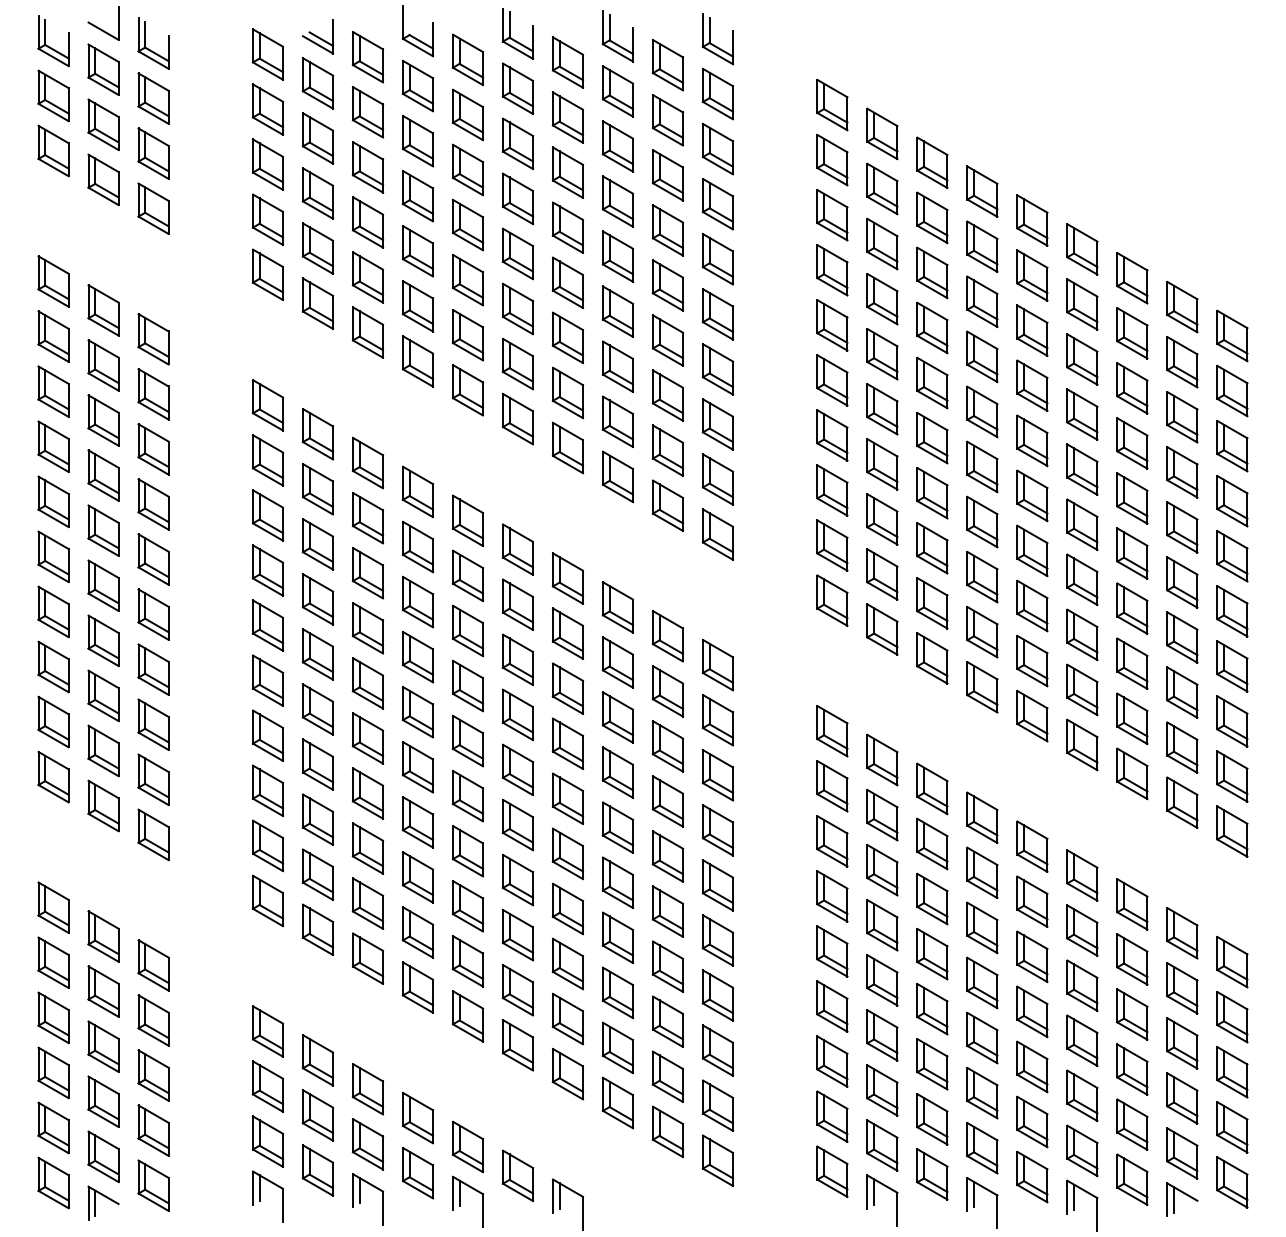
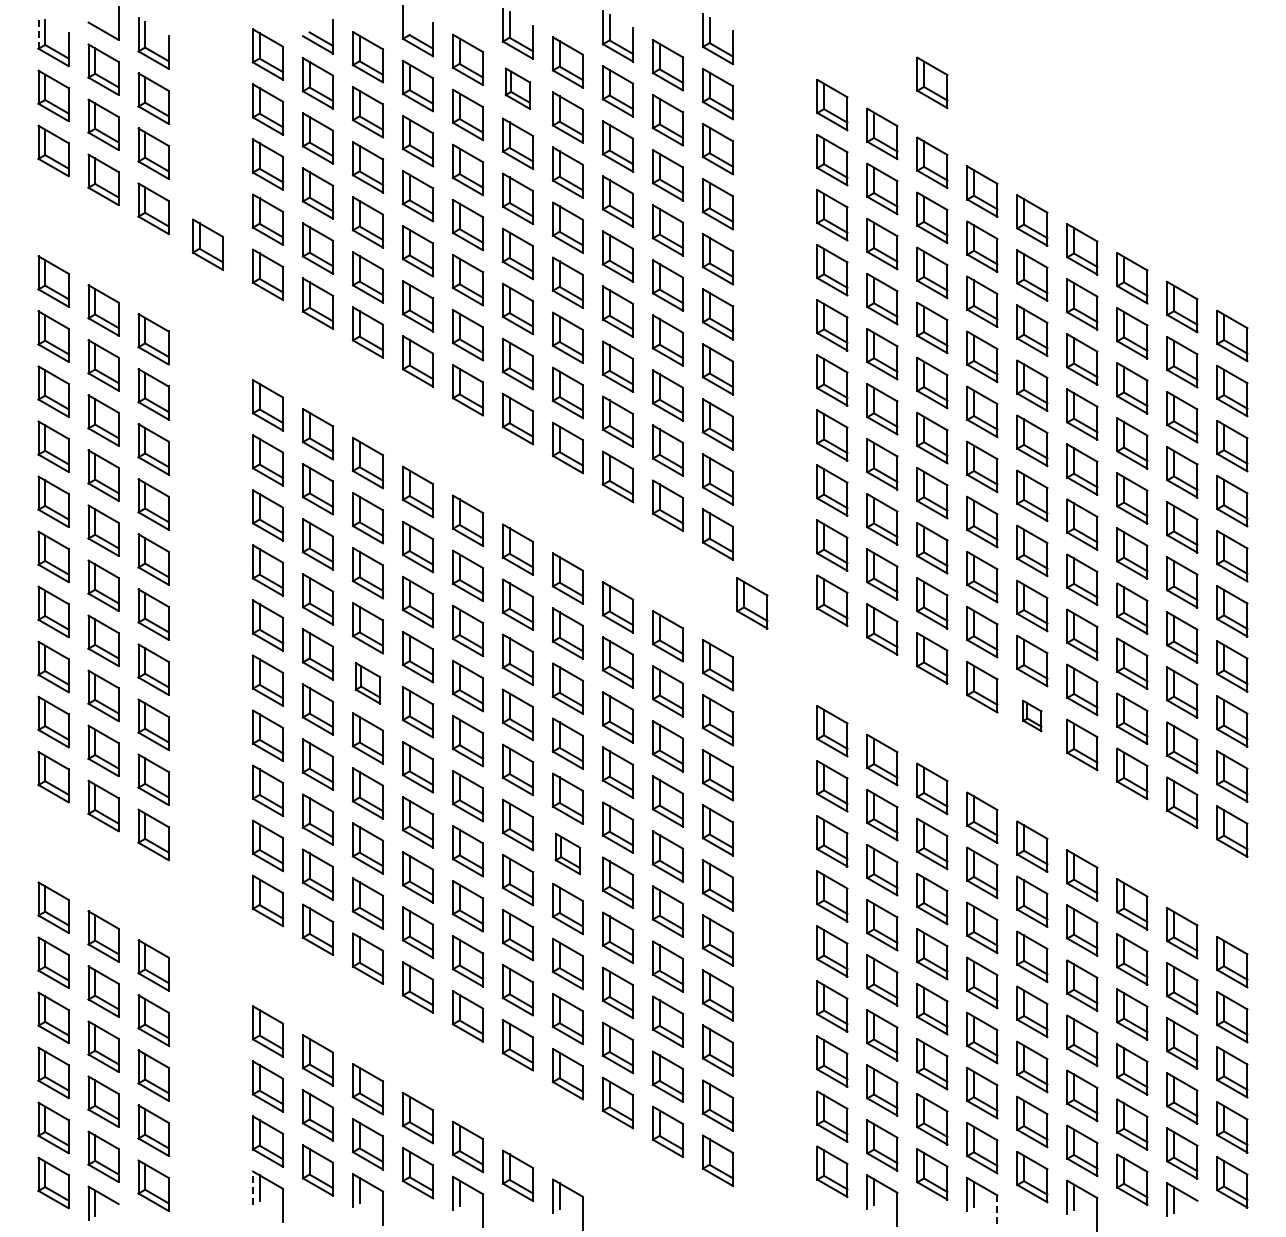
line at (38, 32): solid -> dashed
part at (932, 82): none -> present
part at (517, 88) size: 33x53 px -> 27x43 px
part at (207, 244): none -> present
part at (752, 603): none -> present
part at (367, 683) size: 34x53 px -> 28x43 px
part at (1032, 715) size: 33x54 px -> 21x34 px
part at (567, 853) size: 33x54 px -> 27x44 px
line at (253, 1188): solid -> dashed
line at (997, 1211): solid -> dashed
